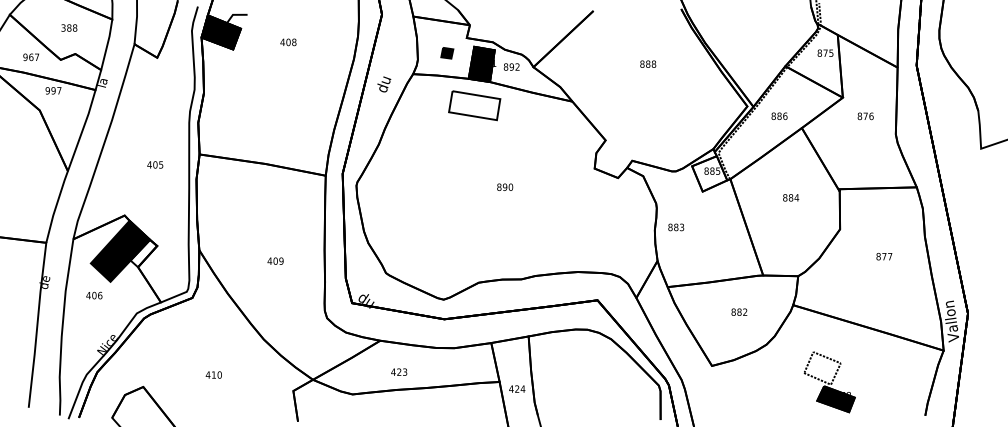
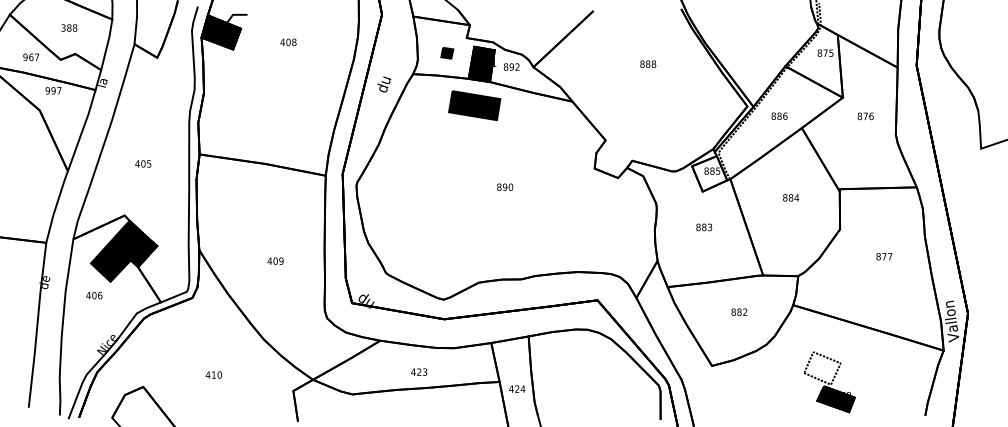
fill at (474, 105): none -> present
text at (155, 164) position: (155, 164) -> (143, 163)
text at (676, 227) position: (676, 227) -> (704, 227)
fill at (143, 253): none -> present
text at (399, 371) position: (399, 371) -> (419, 371)
